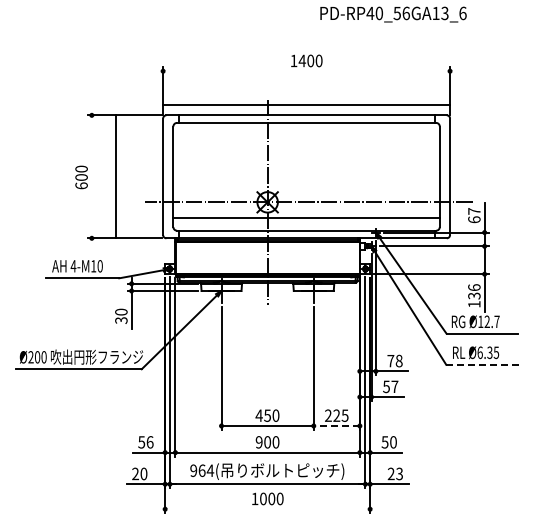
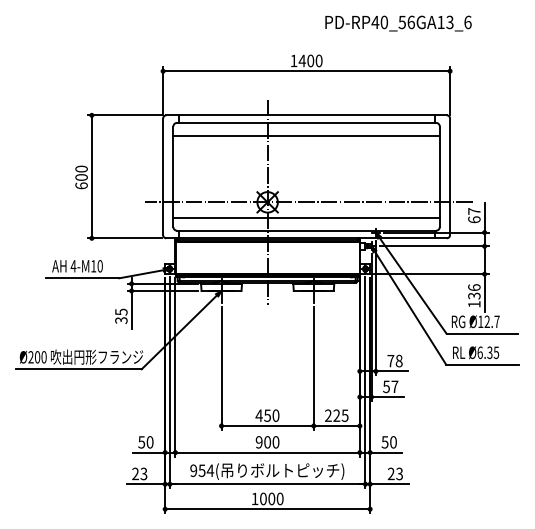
text at (393, 14) position: (393, 14) -> (398, 23)
line at (306, 105) position: (306, 105) -> (306, 71)
line at (306, 135): none -> present
line at (115, 176) position: (115, 176) -> (91, 176)
text at (121, 311): 30 -> 35
line at (483, 364): dashed -> solid
line at (336, 425): dashed -> solid
text at (149, 442): 56 -> 50
text at (201, 470): 964( -> 954(
text at (143, 473): 20 -> 23
line at (267, 509): none -> present
